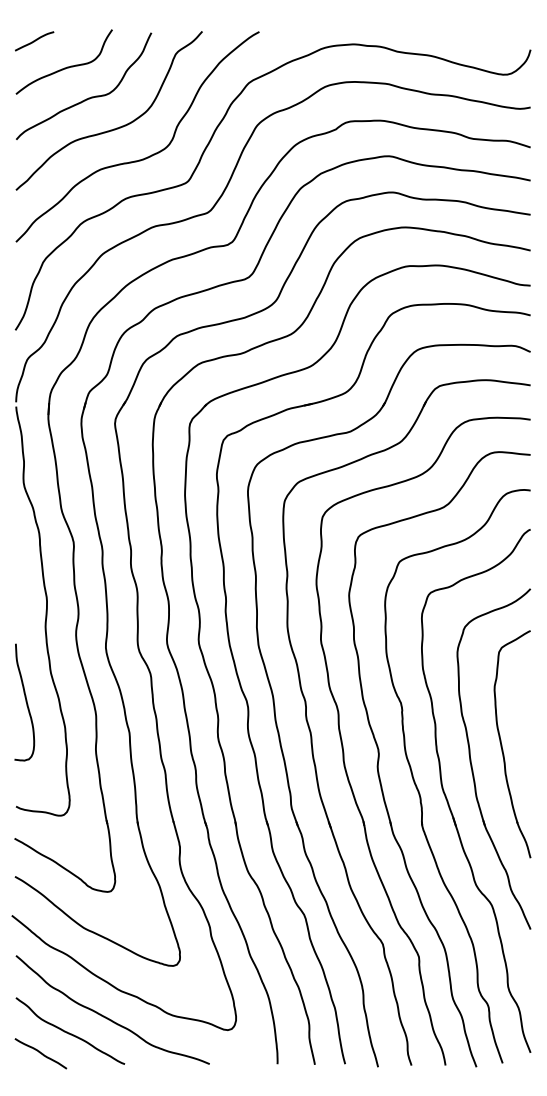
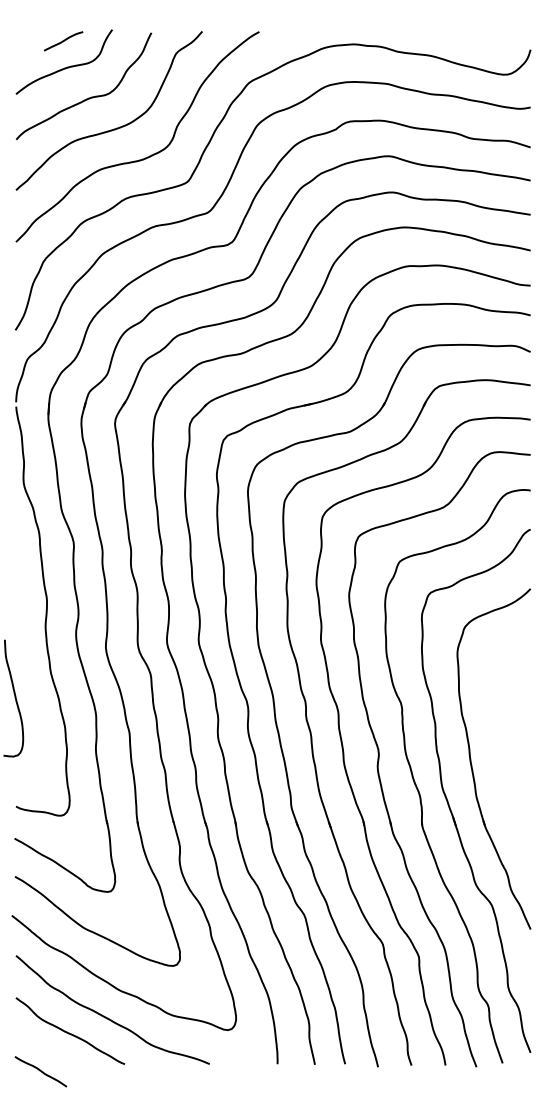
curve at (34, 41) position: (34, 41) -> (63, 41)
curve at (25, 702) position: (25, 702) -> (14, 698)
part at (502, 744): present -> none
curve at (40, 1053) position: (40, 1053) -> (40, 1071)
